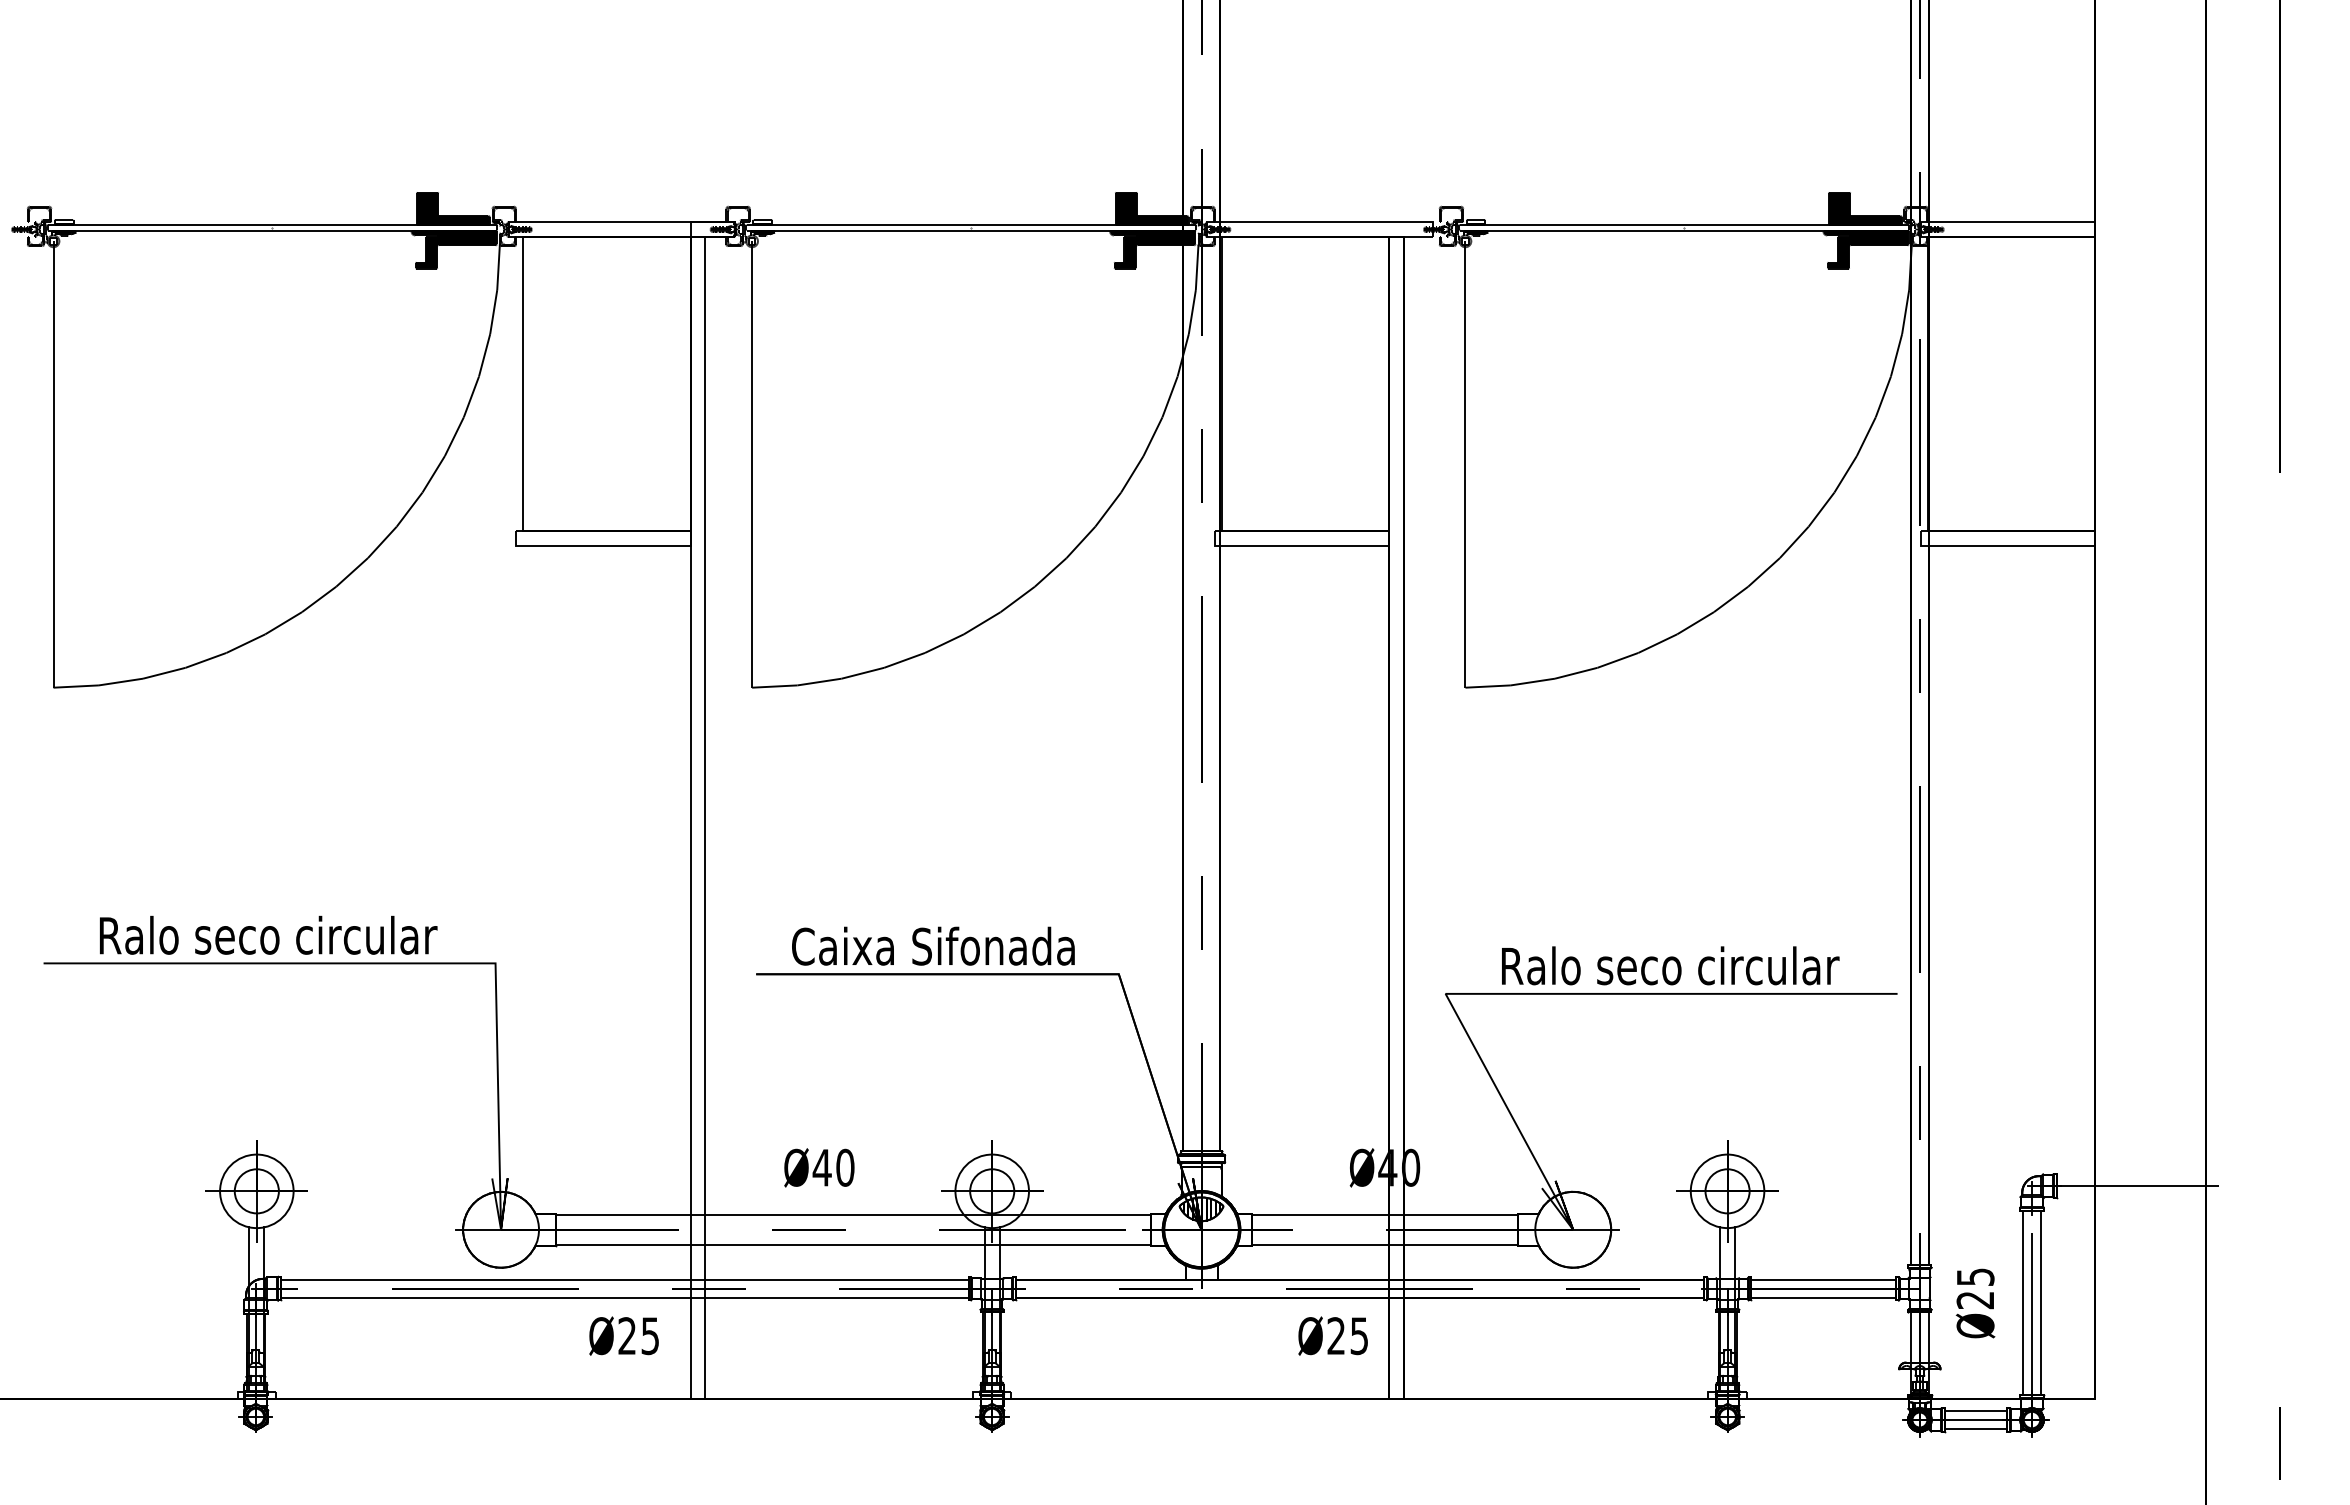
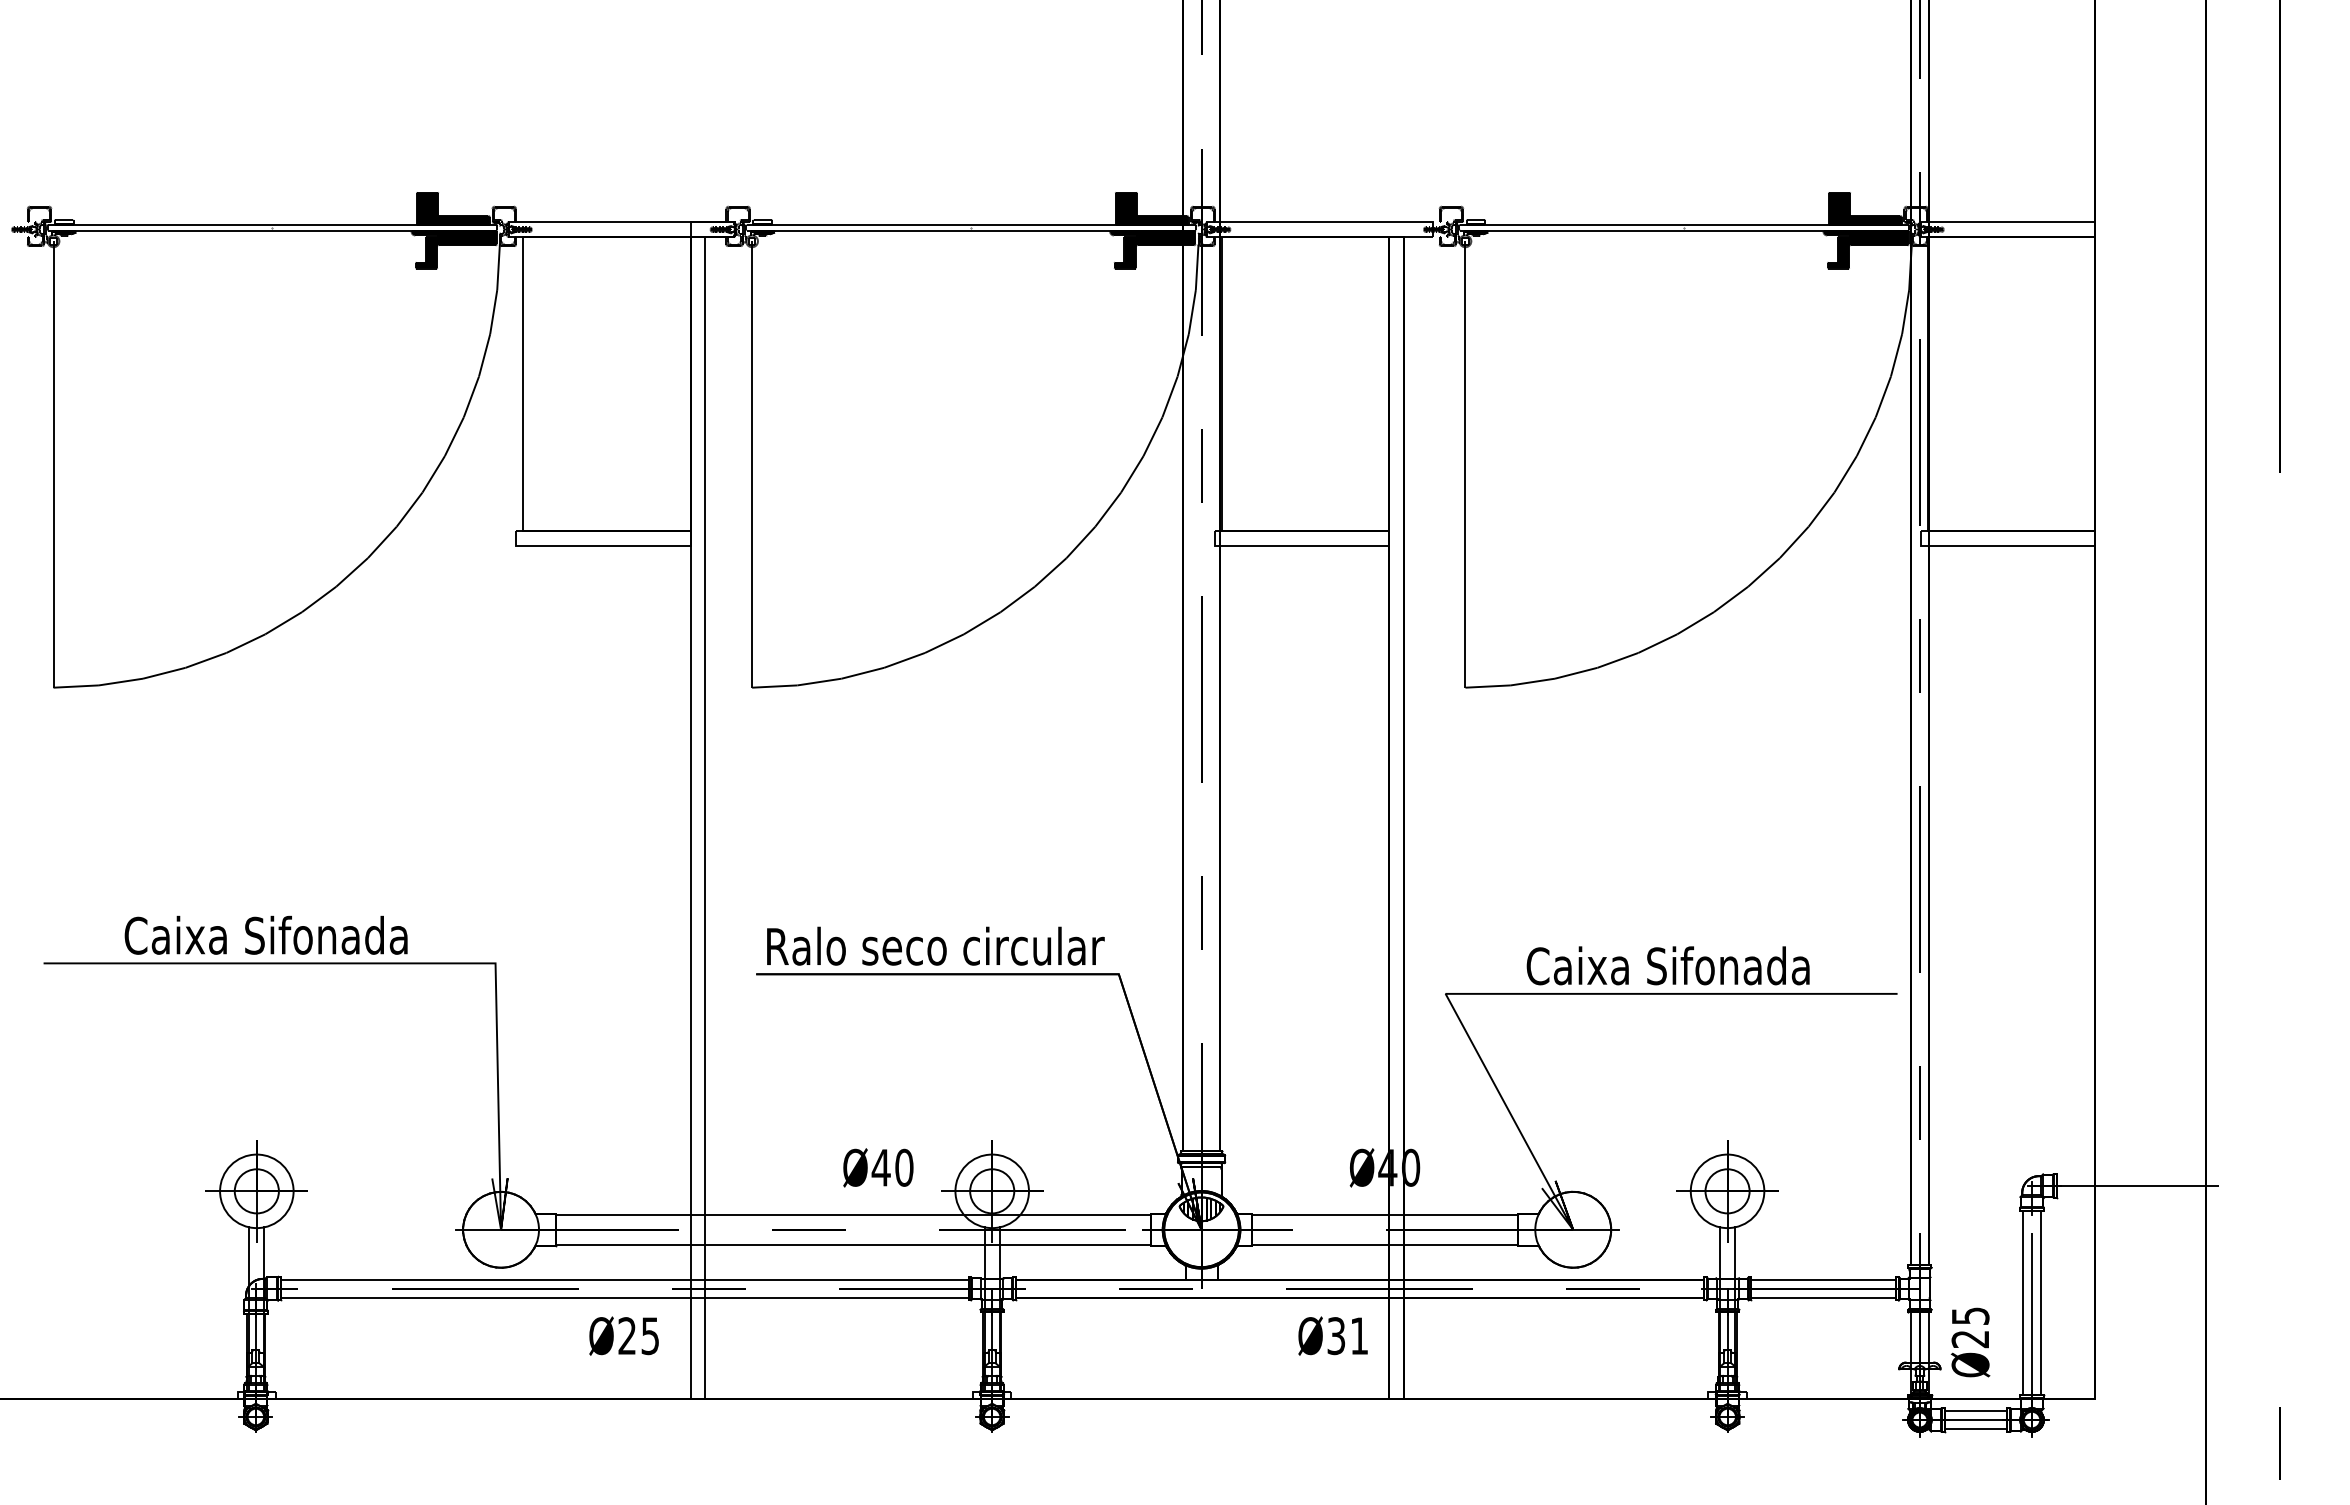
text at (268, 934): Ralo seco circular -> Caixa Sifonada
text at (935, 945): Caixa Sifonada -> Ralo seco circular
text at (1670, 965): Ralo seco circular -> Caixa Sifonada
text at (819, 1167) position: (819, 1167) -> (878, 1167)
text at (1975, 1303) position: (1975, 1303) -> (1970, 1342)
text at (1347, 1336): Ø25 -> Ø31
